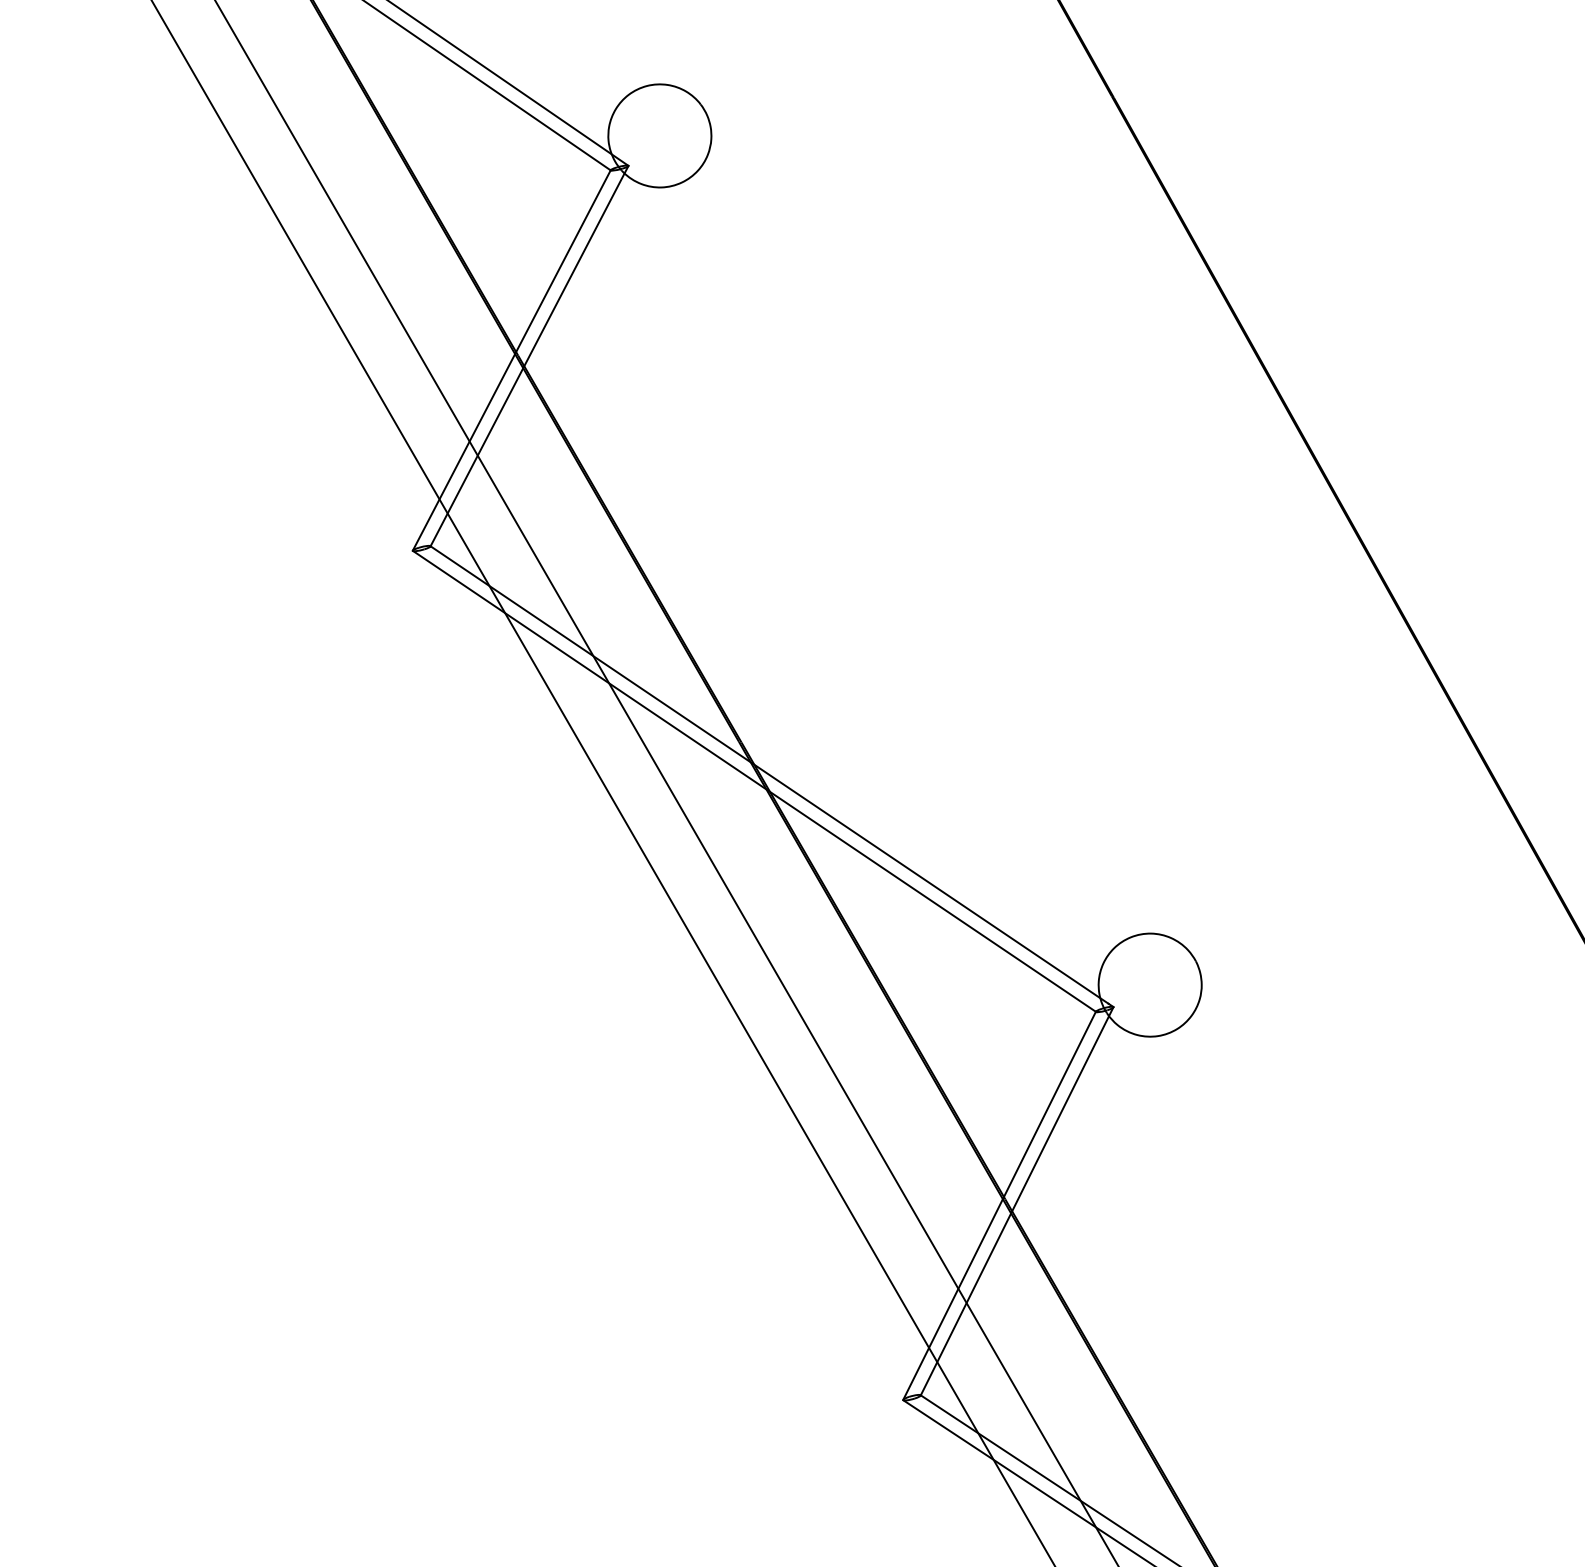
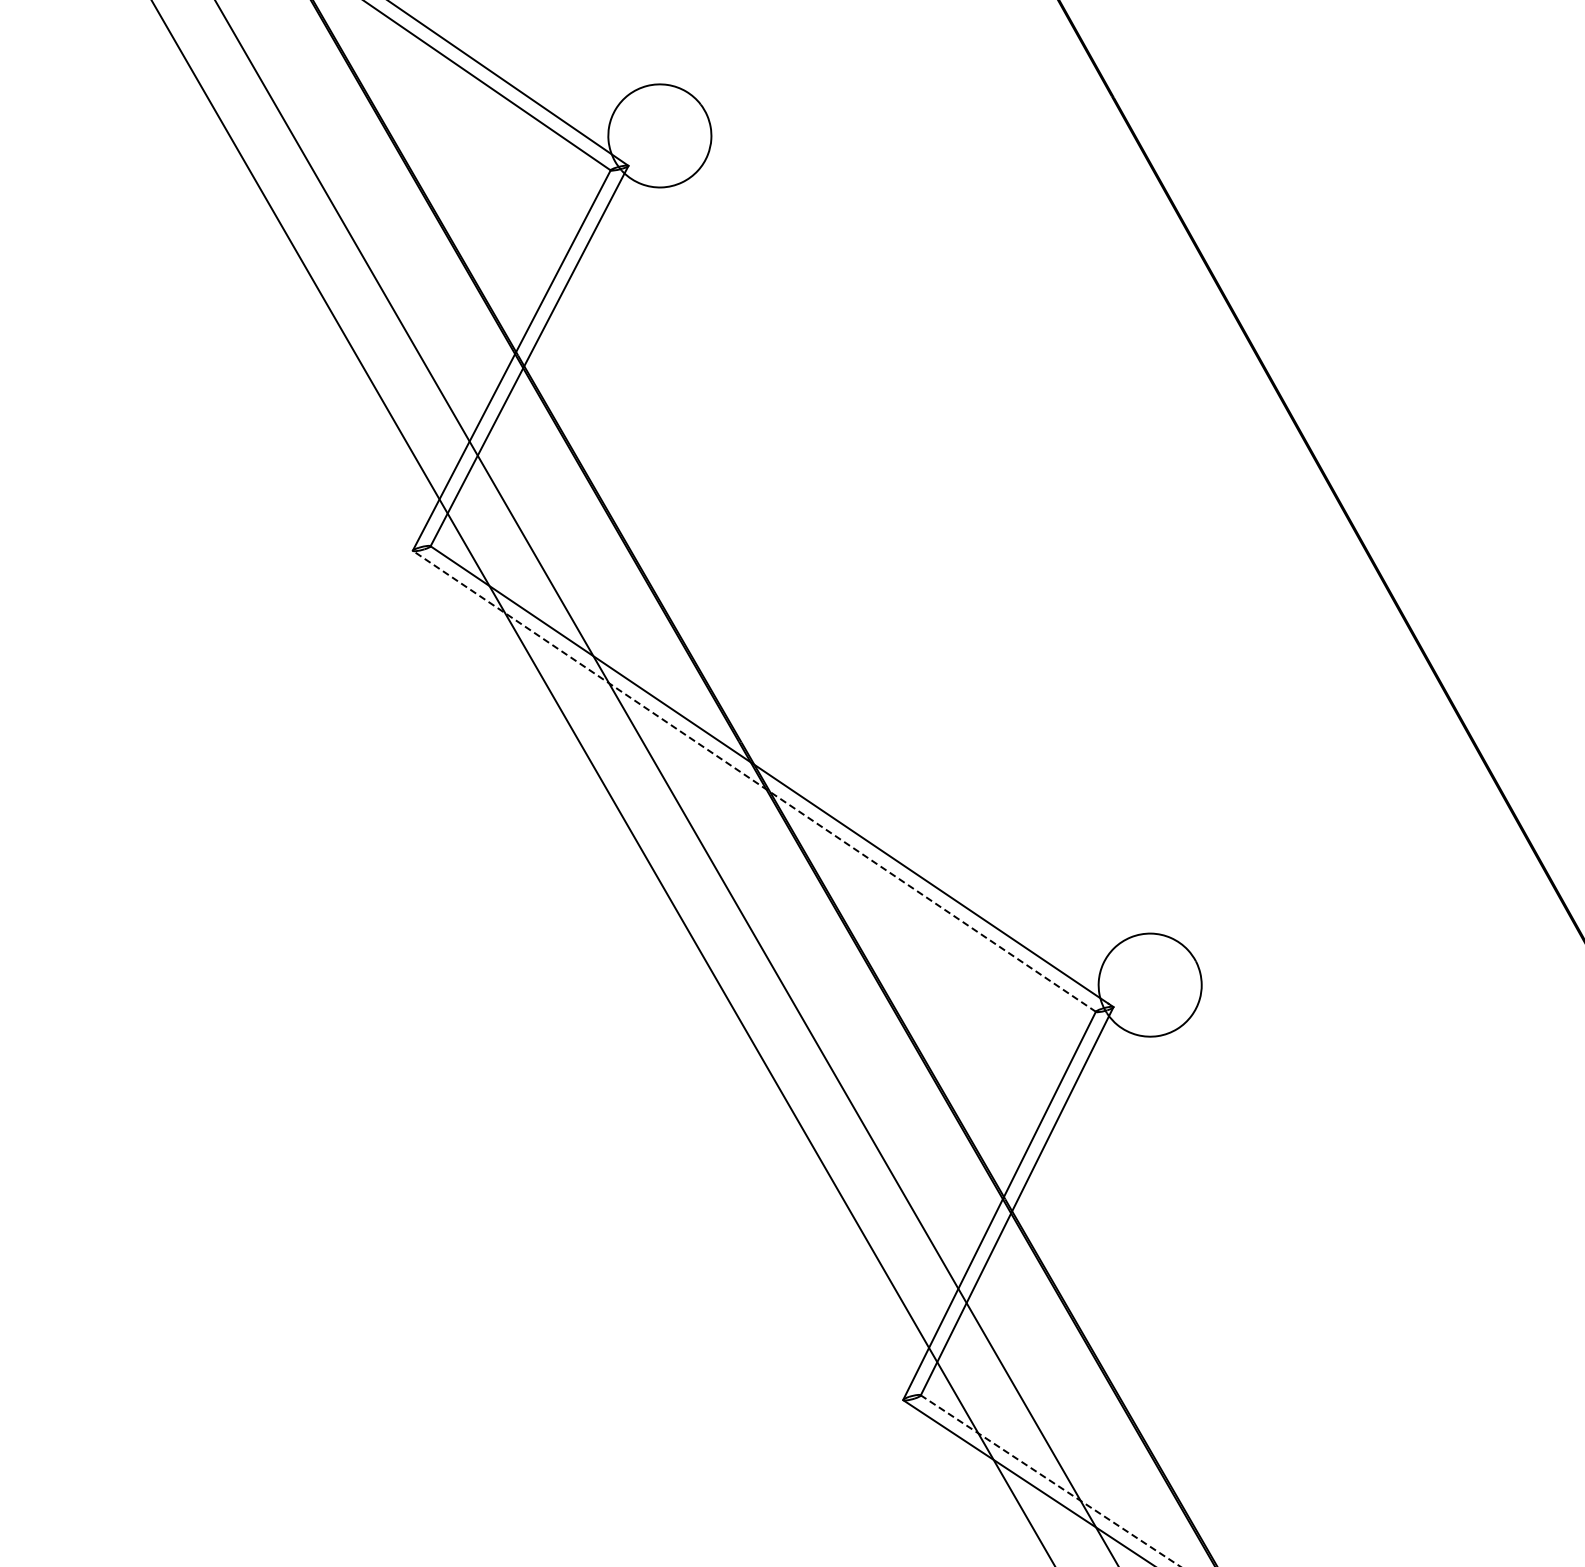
line at (754, 781): solid -> dashed
line at (1050, 1480): solid -> dashed
